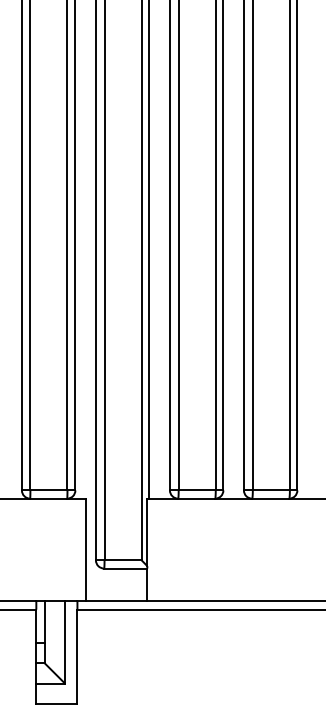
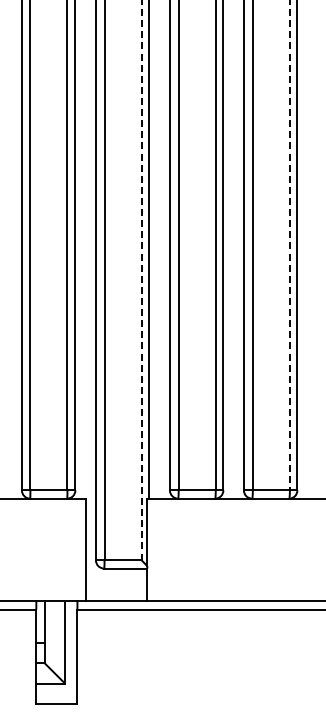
line at (289, 245): solid -> dashed
line at (141, 280): solid -> dashed
